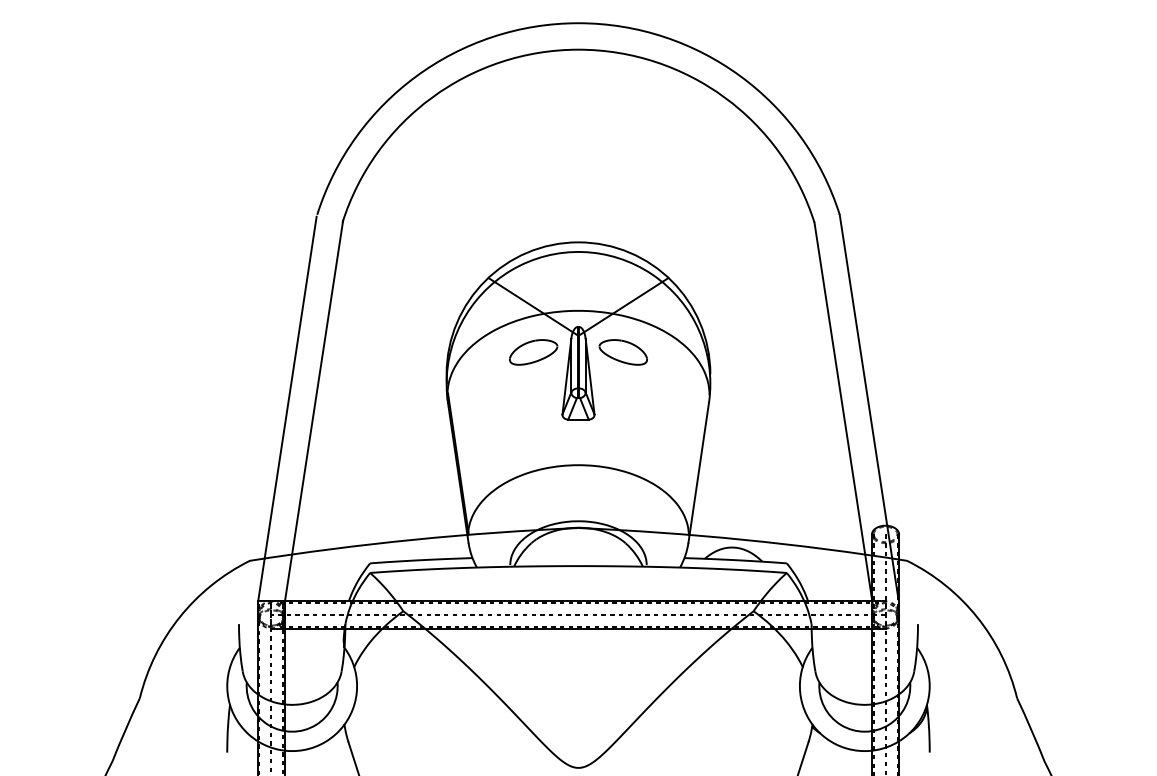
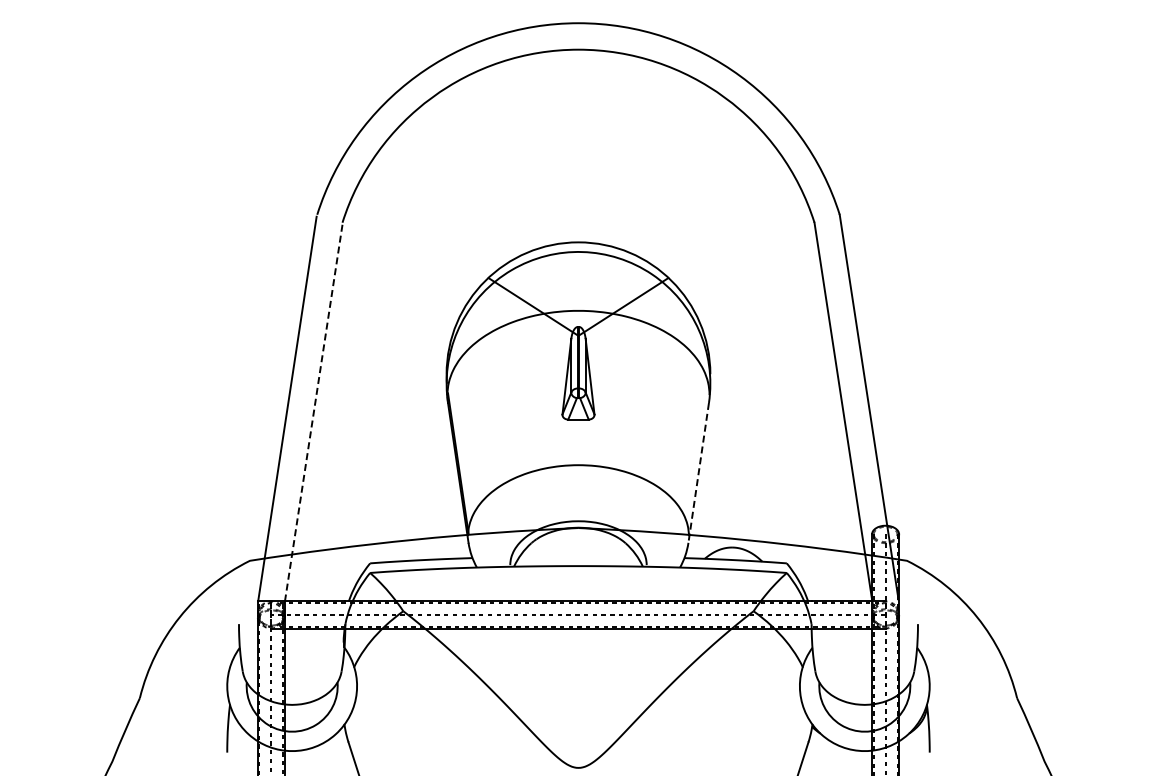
part at (533, 352): present -> none
part at (622, 352): present -> none
line at (314, 411): solid -> dashed
line at (698, 472): solid -> dashed
